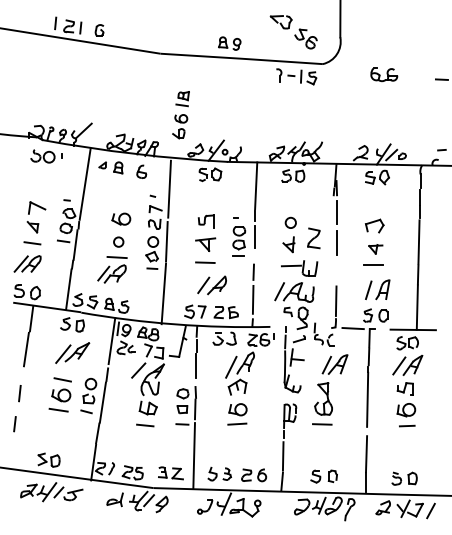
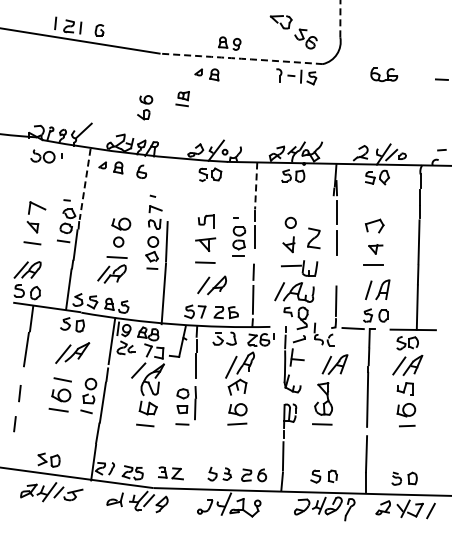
line at (340, 18): solid -> dashed
arc at (241, 58): solid -> dashed
part at (206, 74): none -> present
part at (180, 126) position: (180, 126) -> (145, 107)
line at (85, 184): solid -> dashed
line at (256, 185): solid -> dashed
line at (169, 188): present -> none
part at (121, 218) position: (121, 218) -> (121, 223)
part at (27, 263) position: (27, 263) -> (27, 269)
line at (193, 455): present -> none
